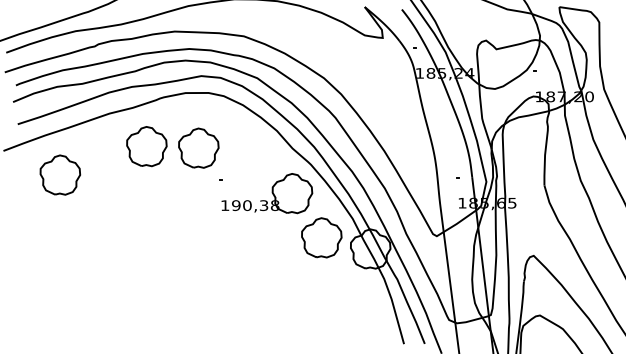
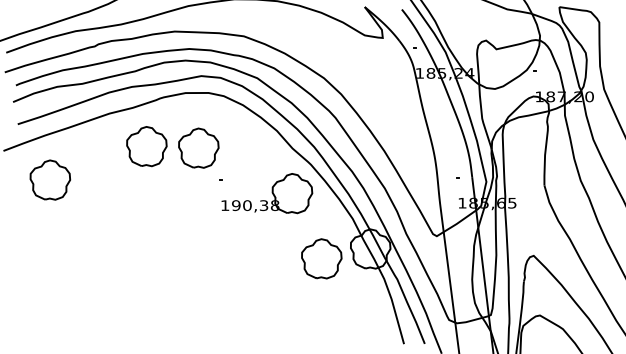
part at (60, 174) position: (60, 174) -> (50, 179)
part at (321, 237) position: (321, 237) -> (321, 258)
